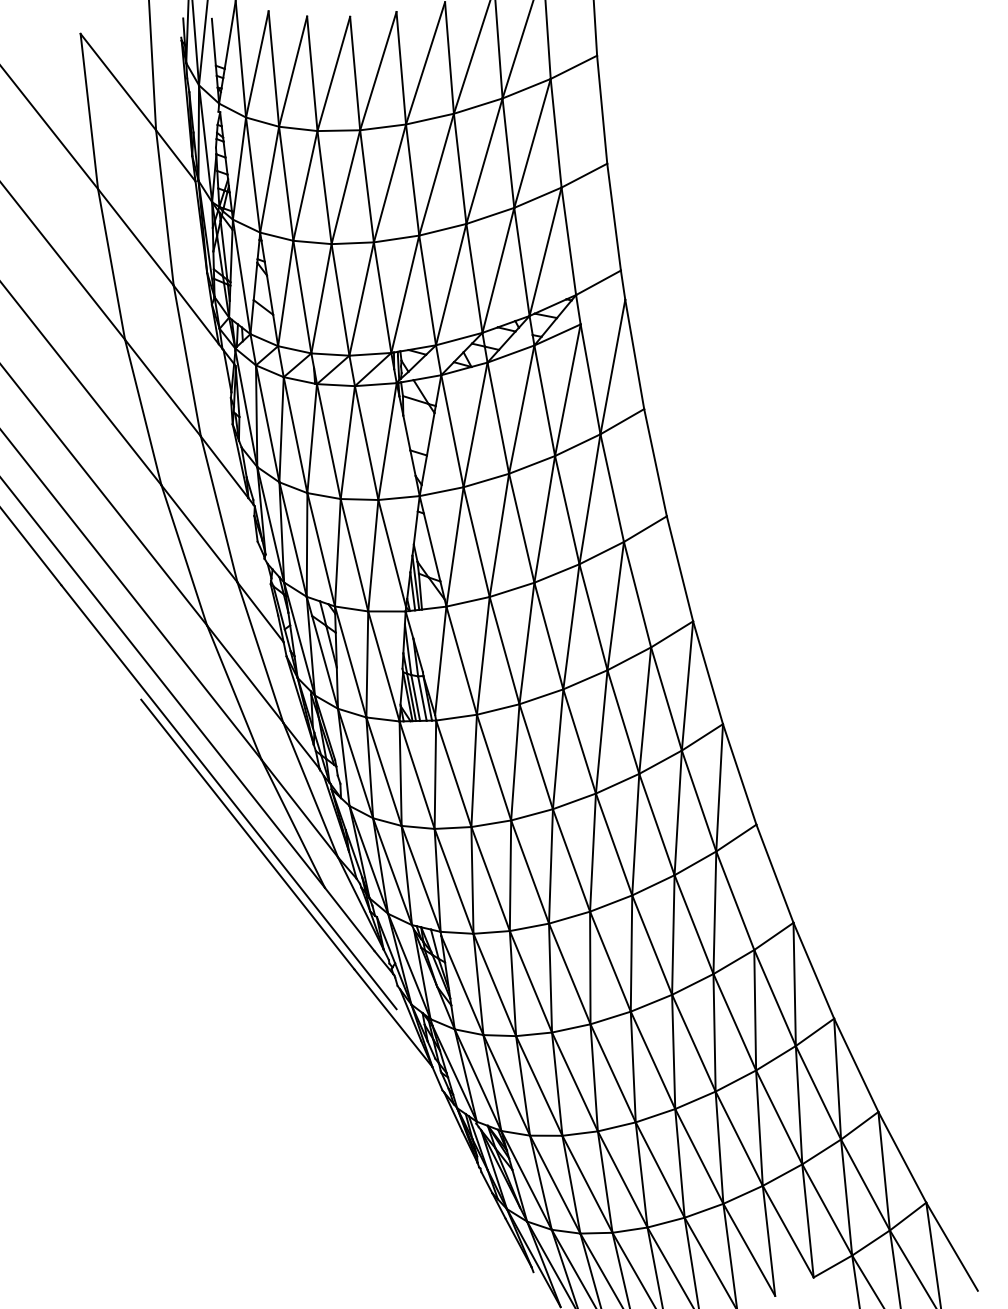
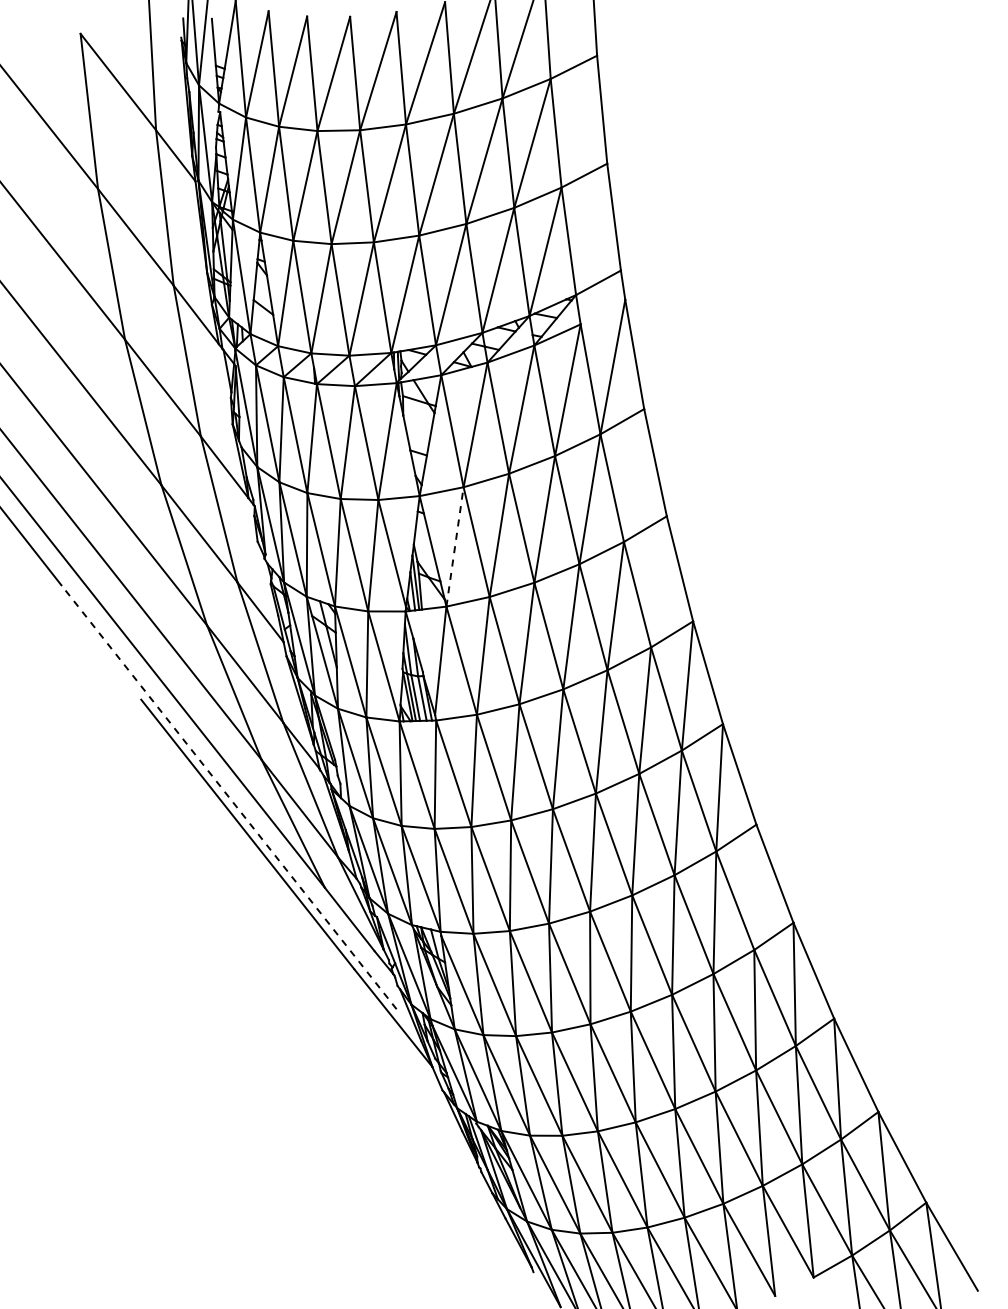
line at (455, 546): solid -> dashed
line at (228, 796): solid -> dashed
